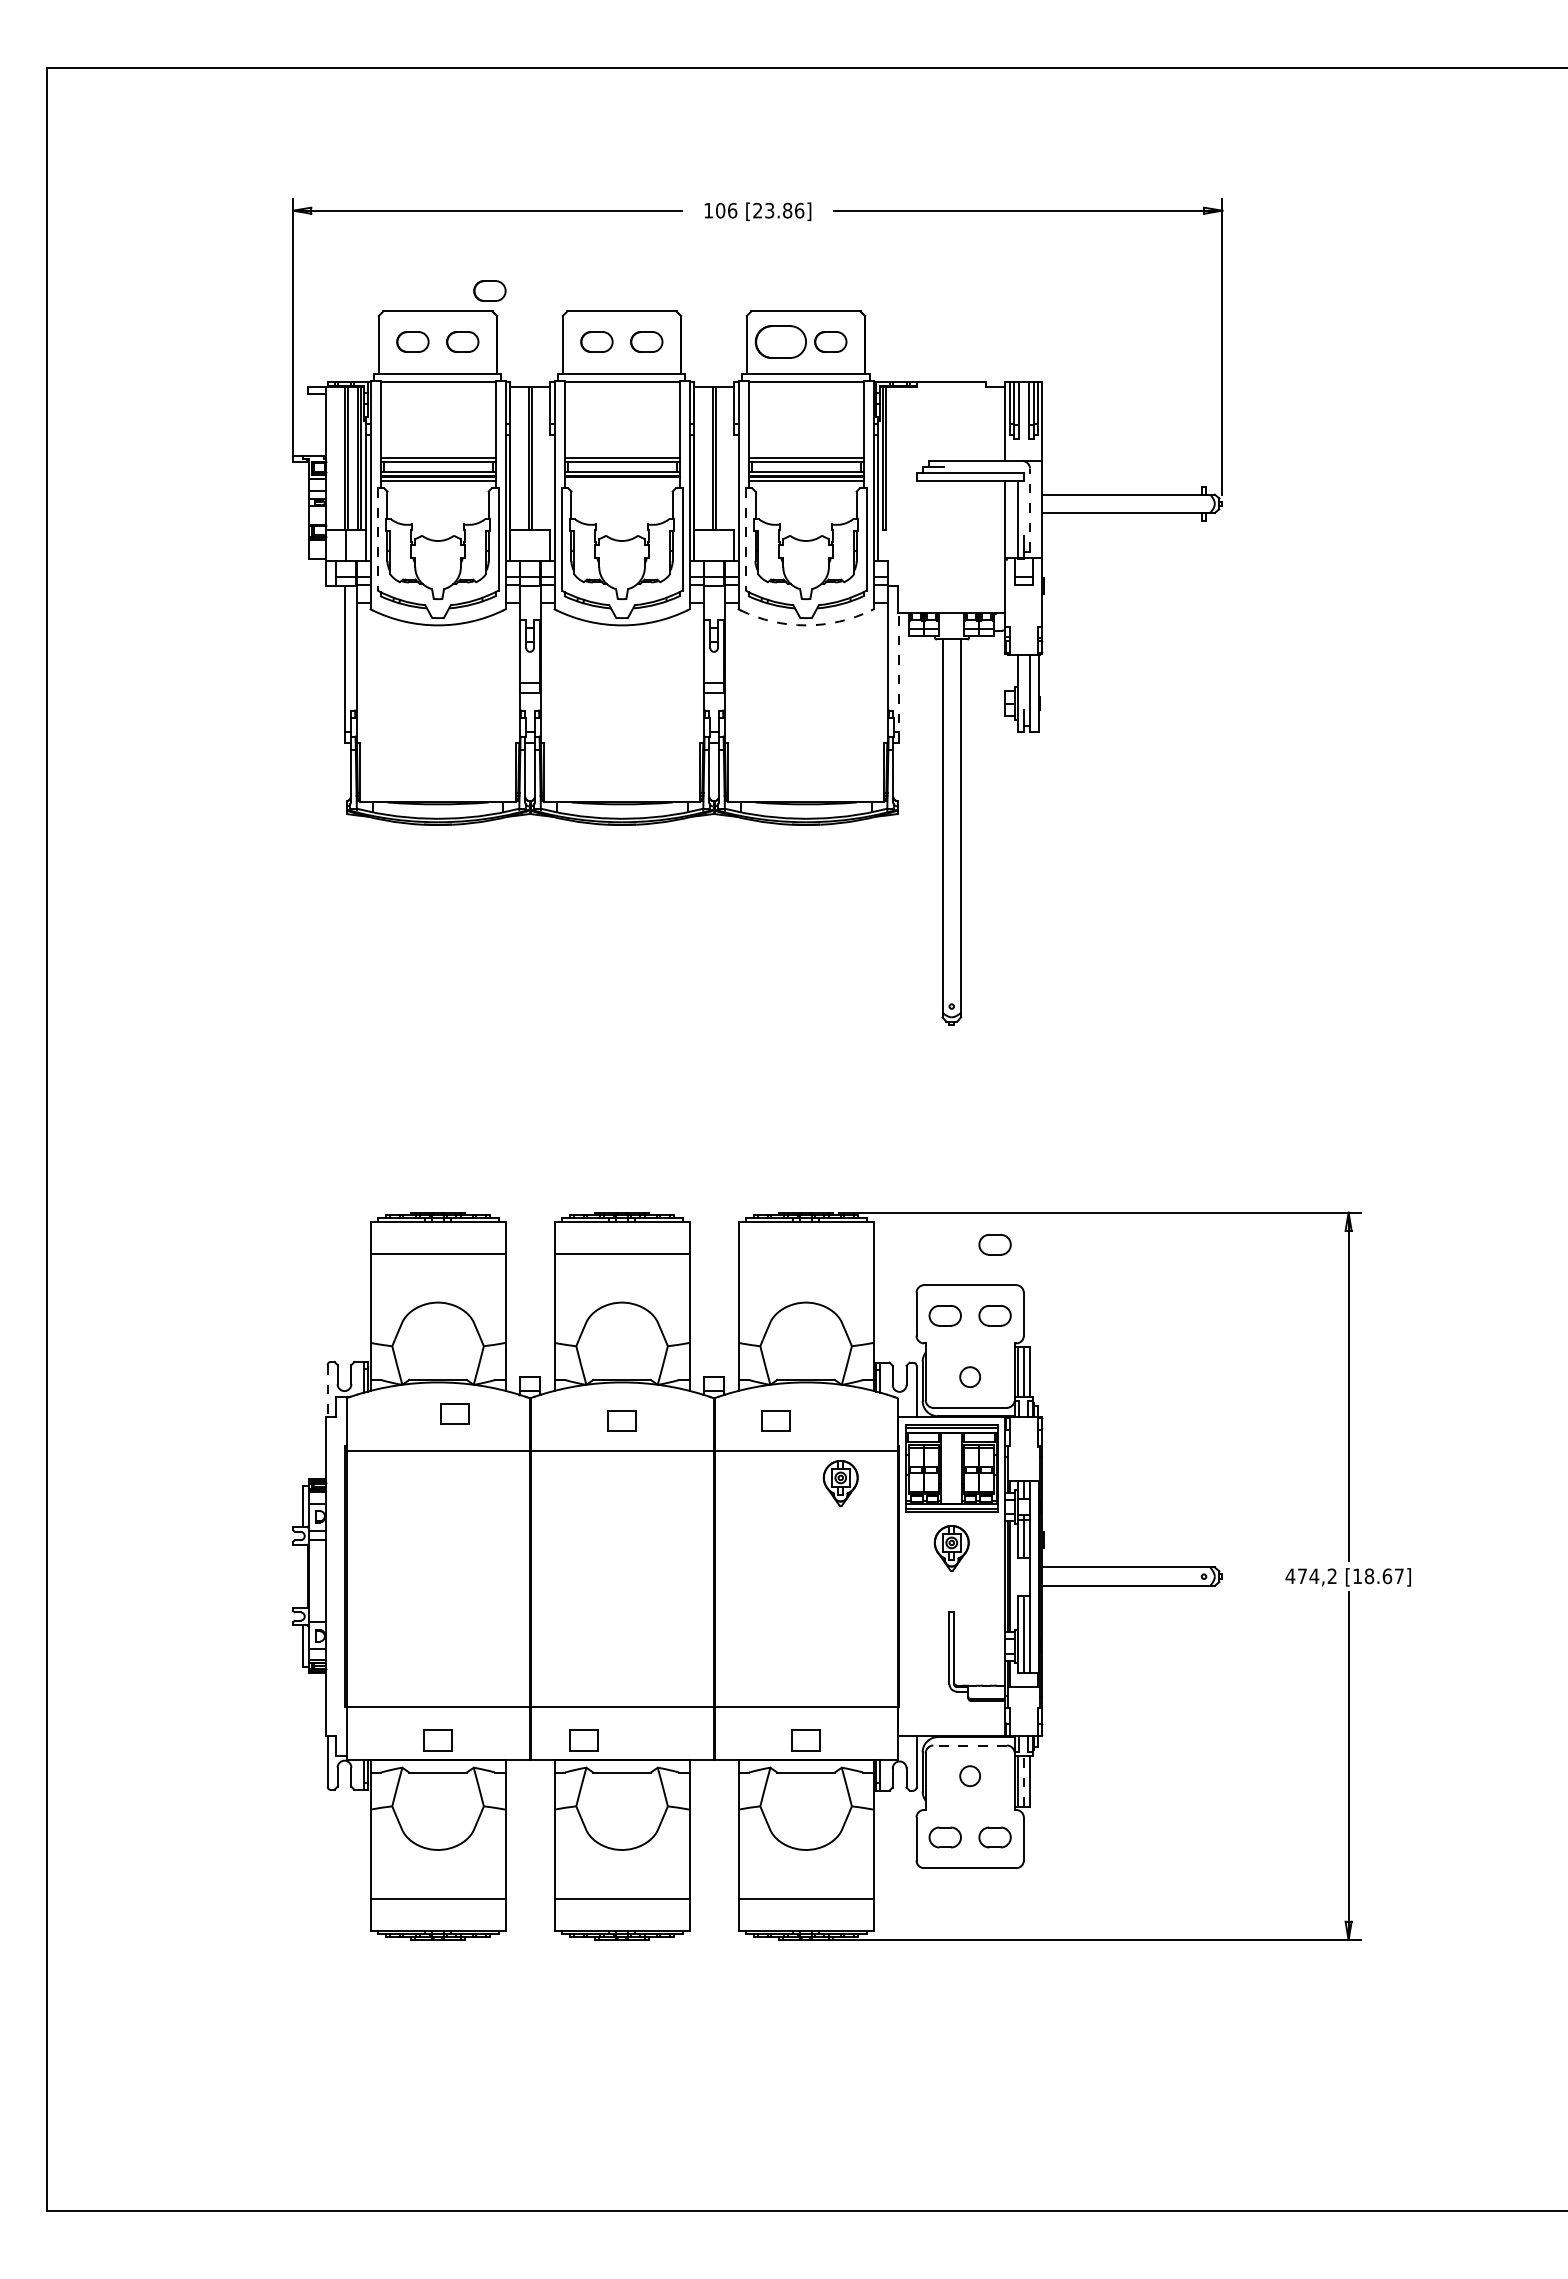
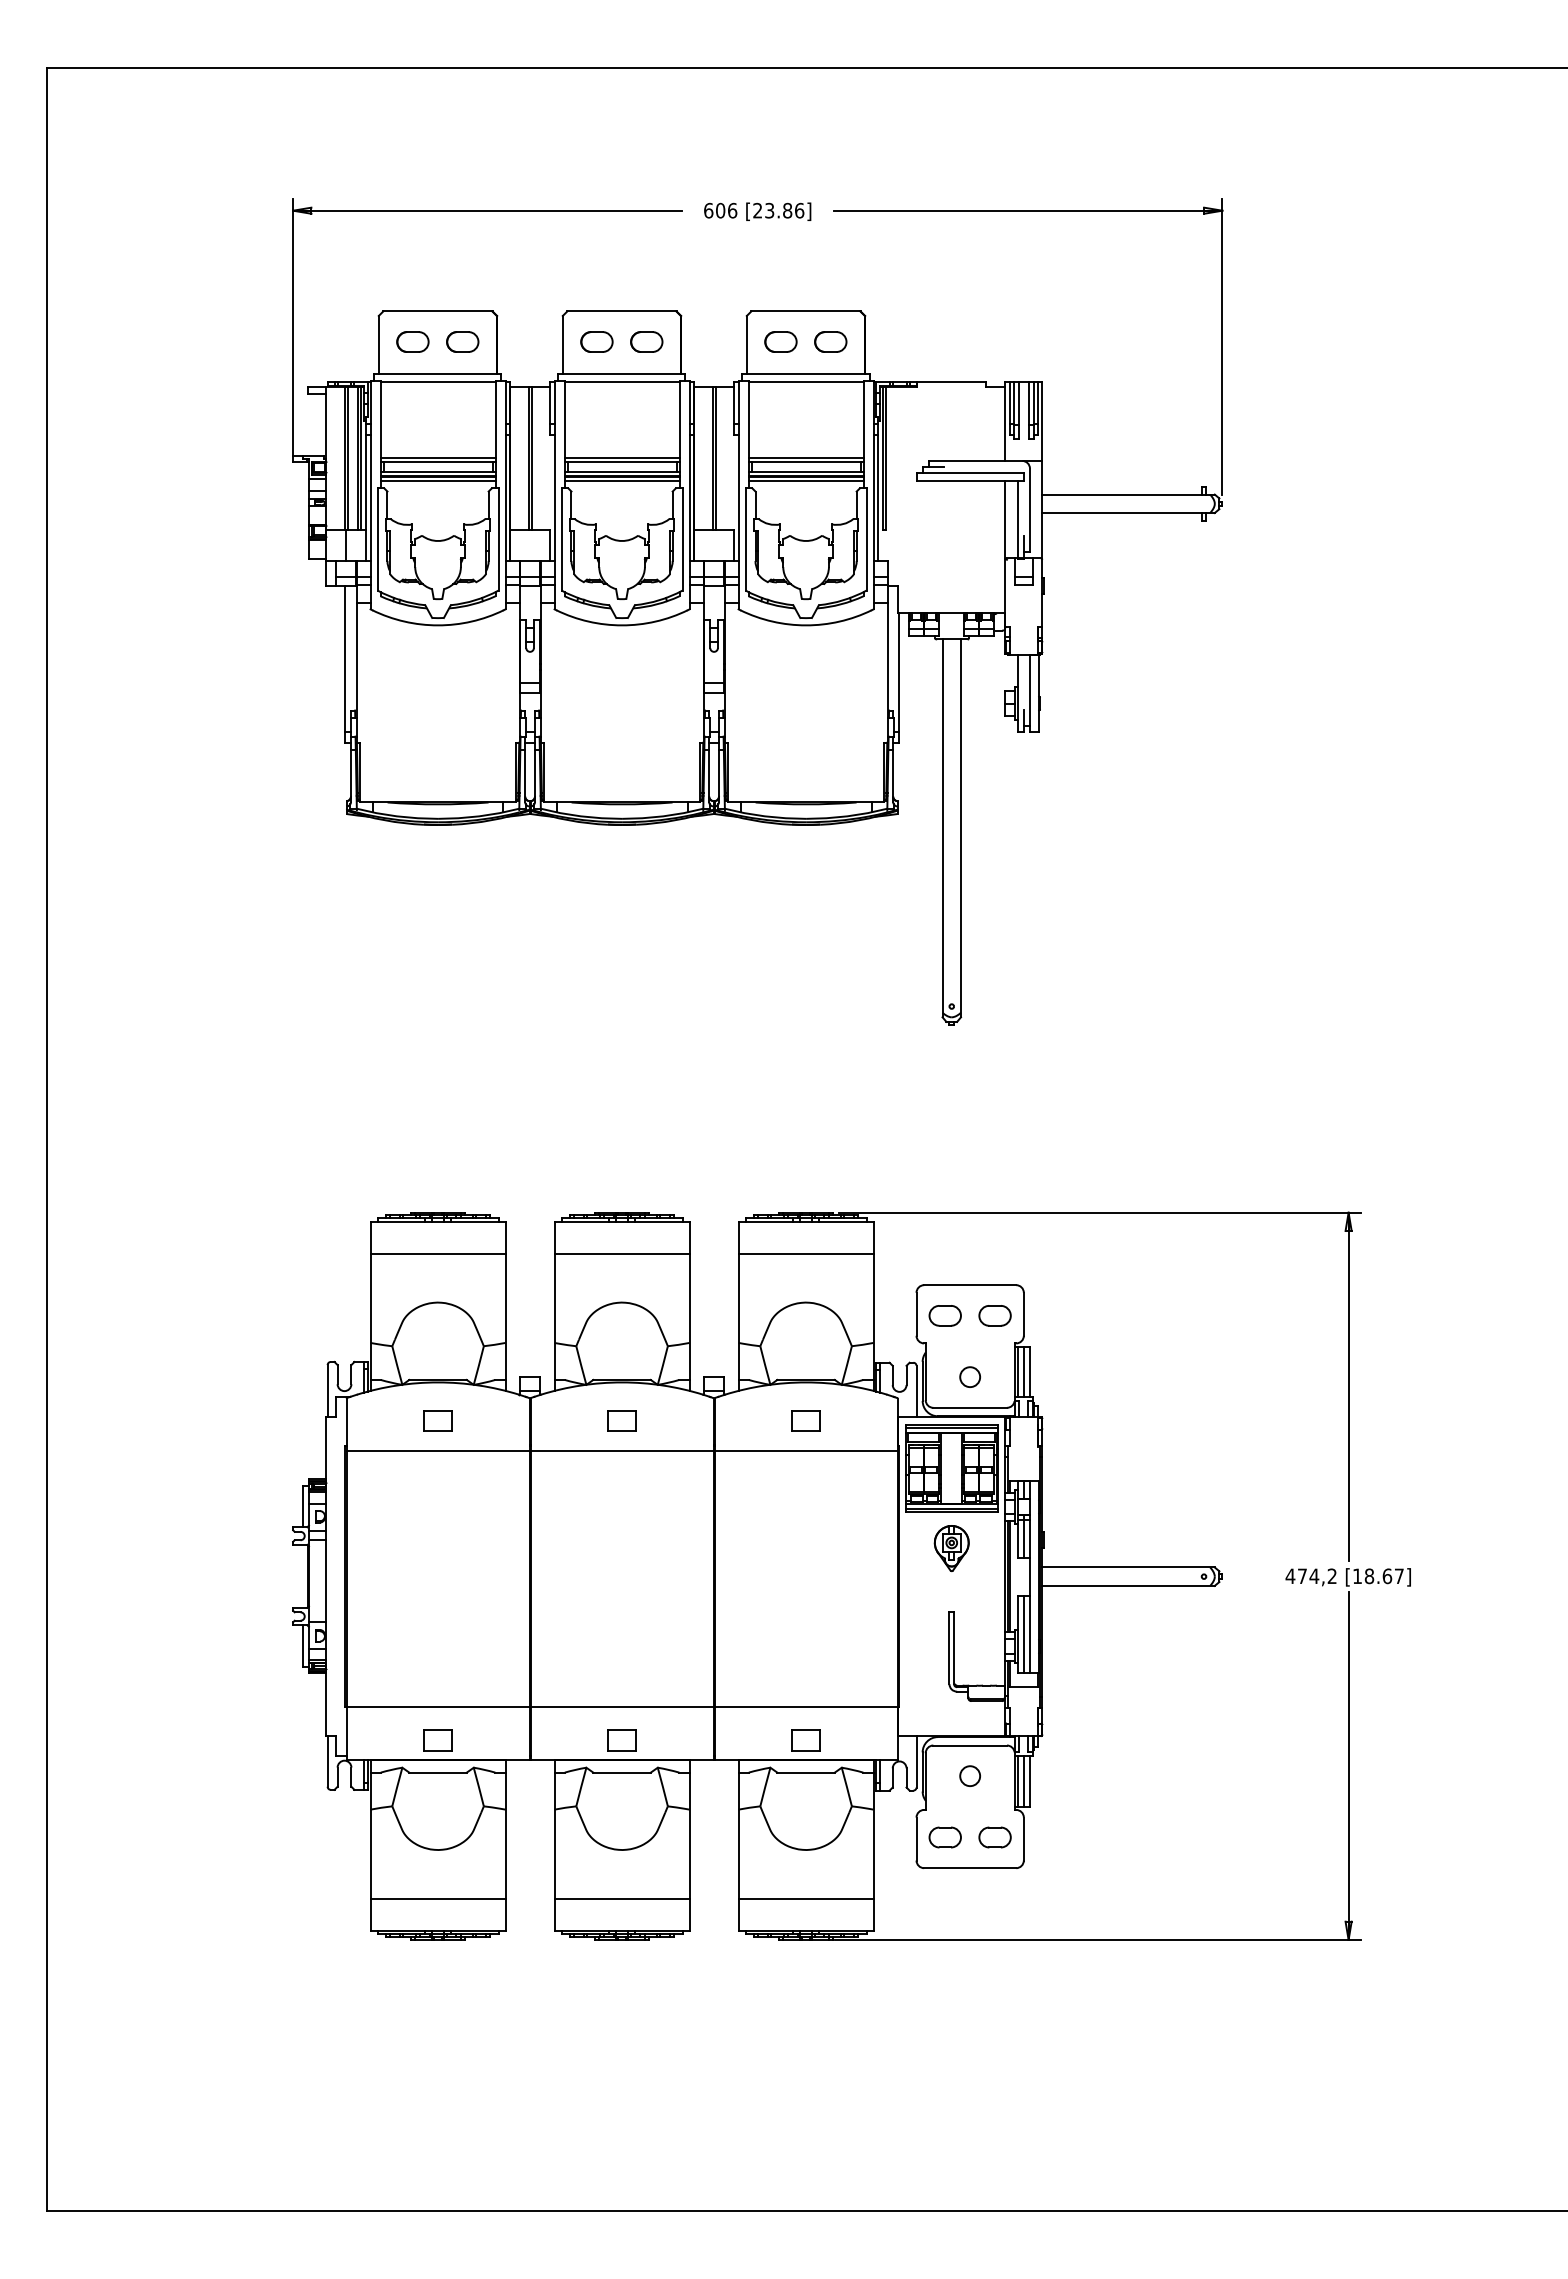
text at (708, 210): 106 -> 606
part at (489, 290): present -> none
part at (780, 341) size: 53x34 px -> 34x22 px
line at (621, 480): none -> present
line at (1029, 510): dashed -> solid
line at (377, 539): dashed -> solid
line at (745, 539): dashed -> solid
arc at (806, 625): dashed -> solid
line at (899, 678): dashed -> solid
part at (994, 1244): present -> none
line at (805, 1254): none -> present
line at (327, 1390): dashed -> solid
part at (454, 1413) position: (454, 1413) -> (437, 1420)
part at (775, 1420) position: (775, 1420) -> (805, 1420)
part at (840, 1483): present -> none
part at (583, 1740) position: (583, 1740) -> (621, 1740)
line at (970, 1745): dashed -> solid
line at (1023, 1780): dashed -> solid
